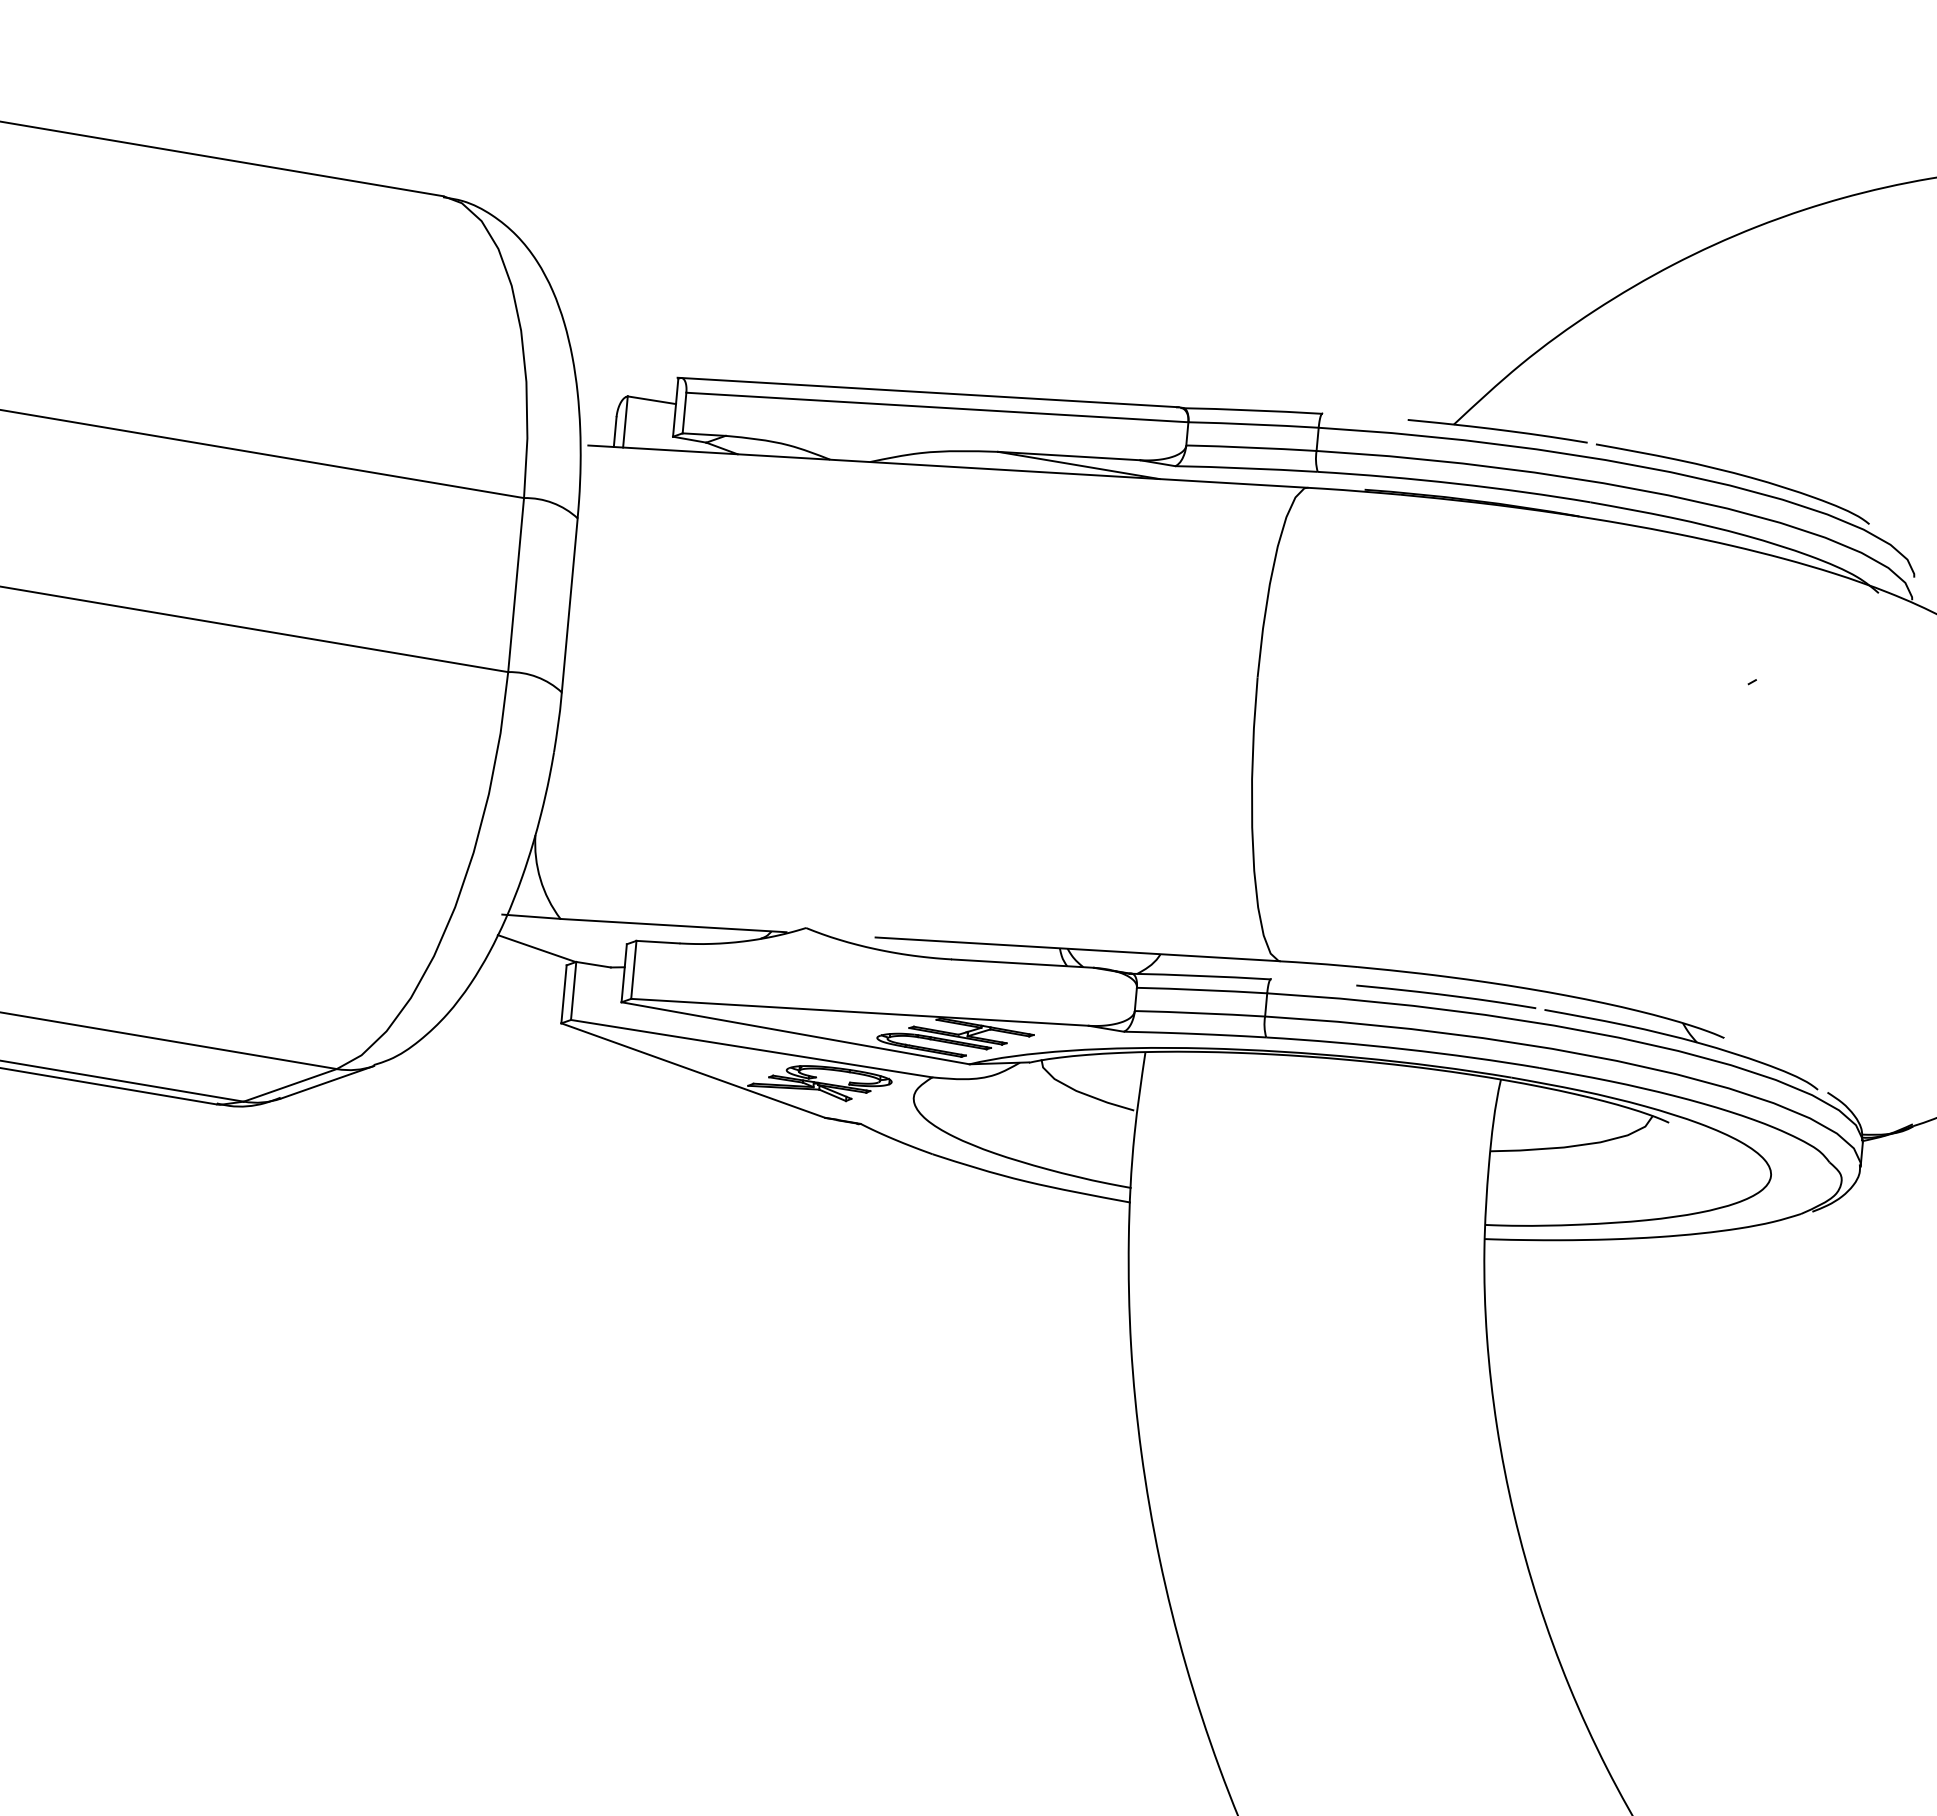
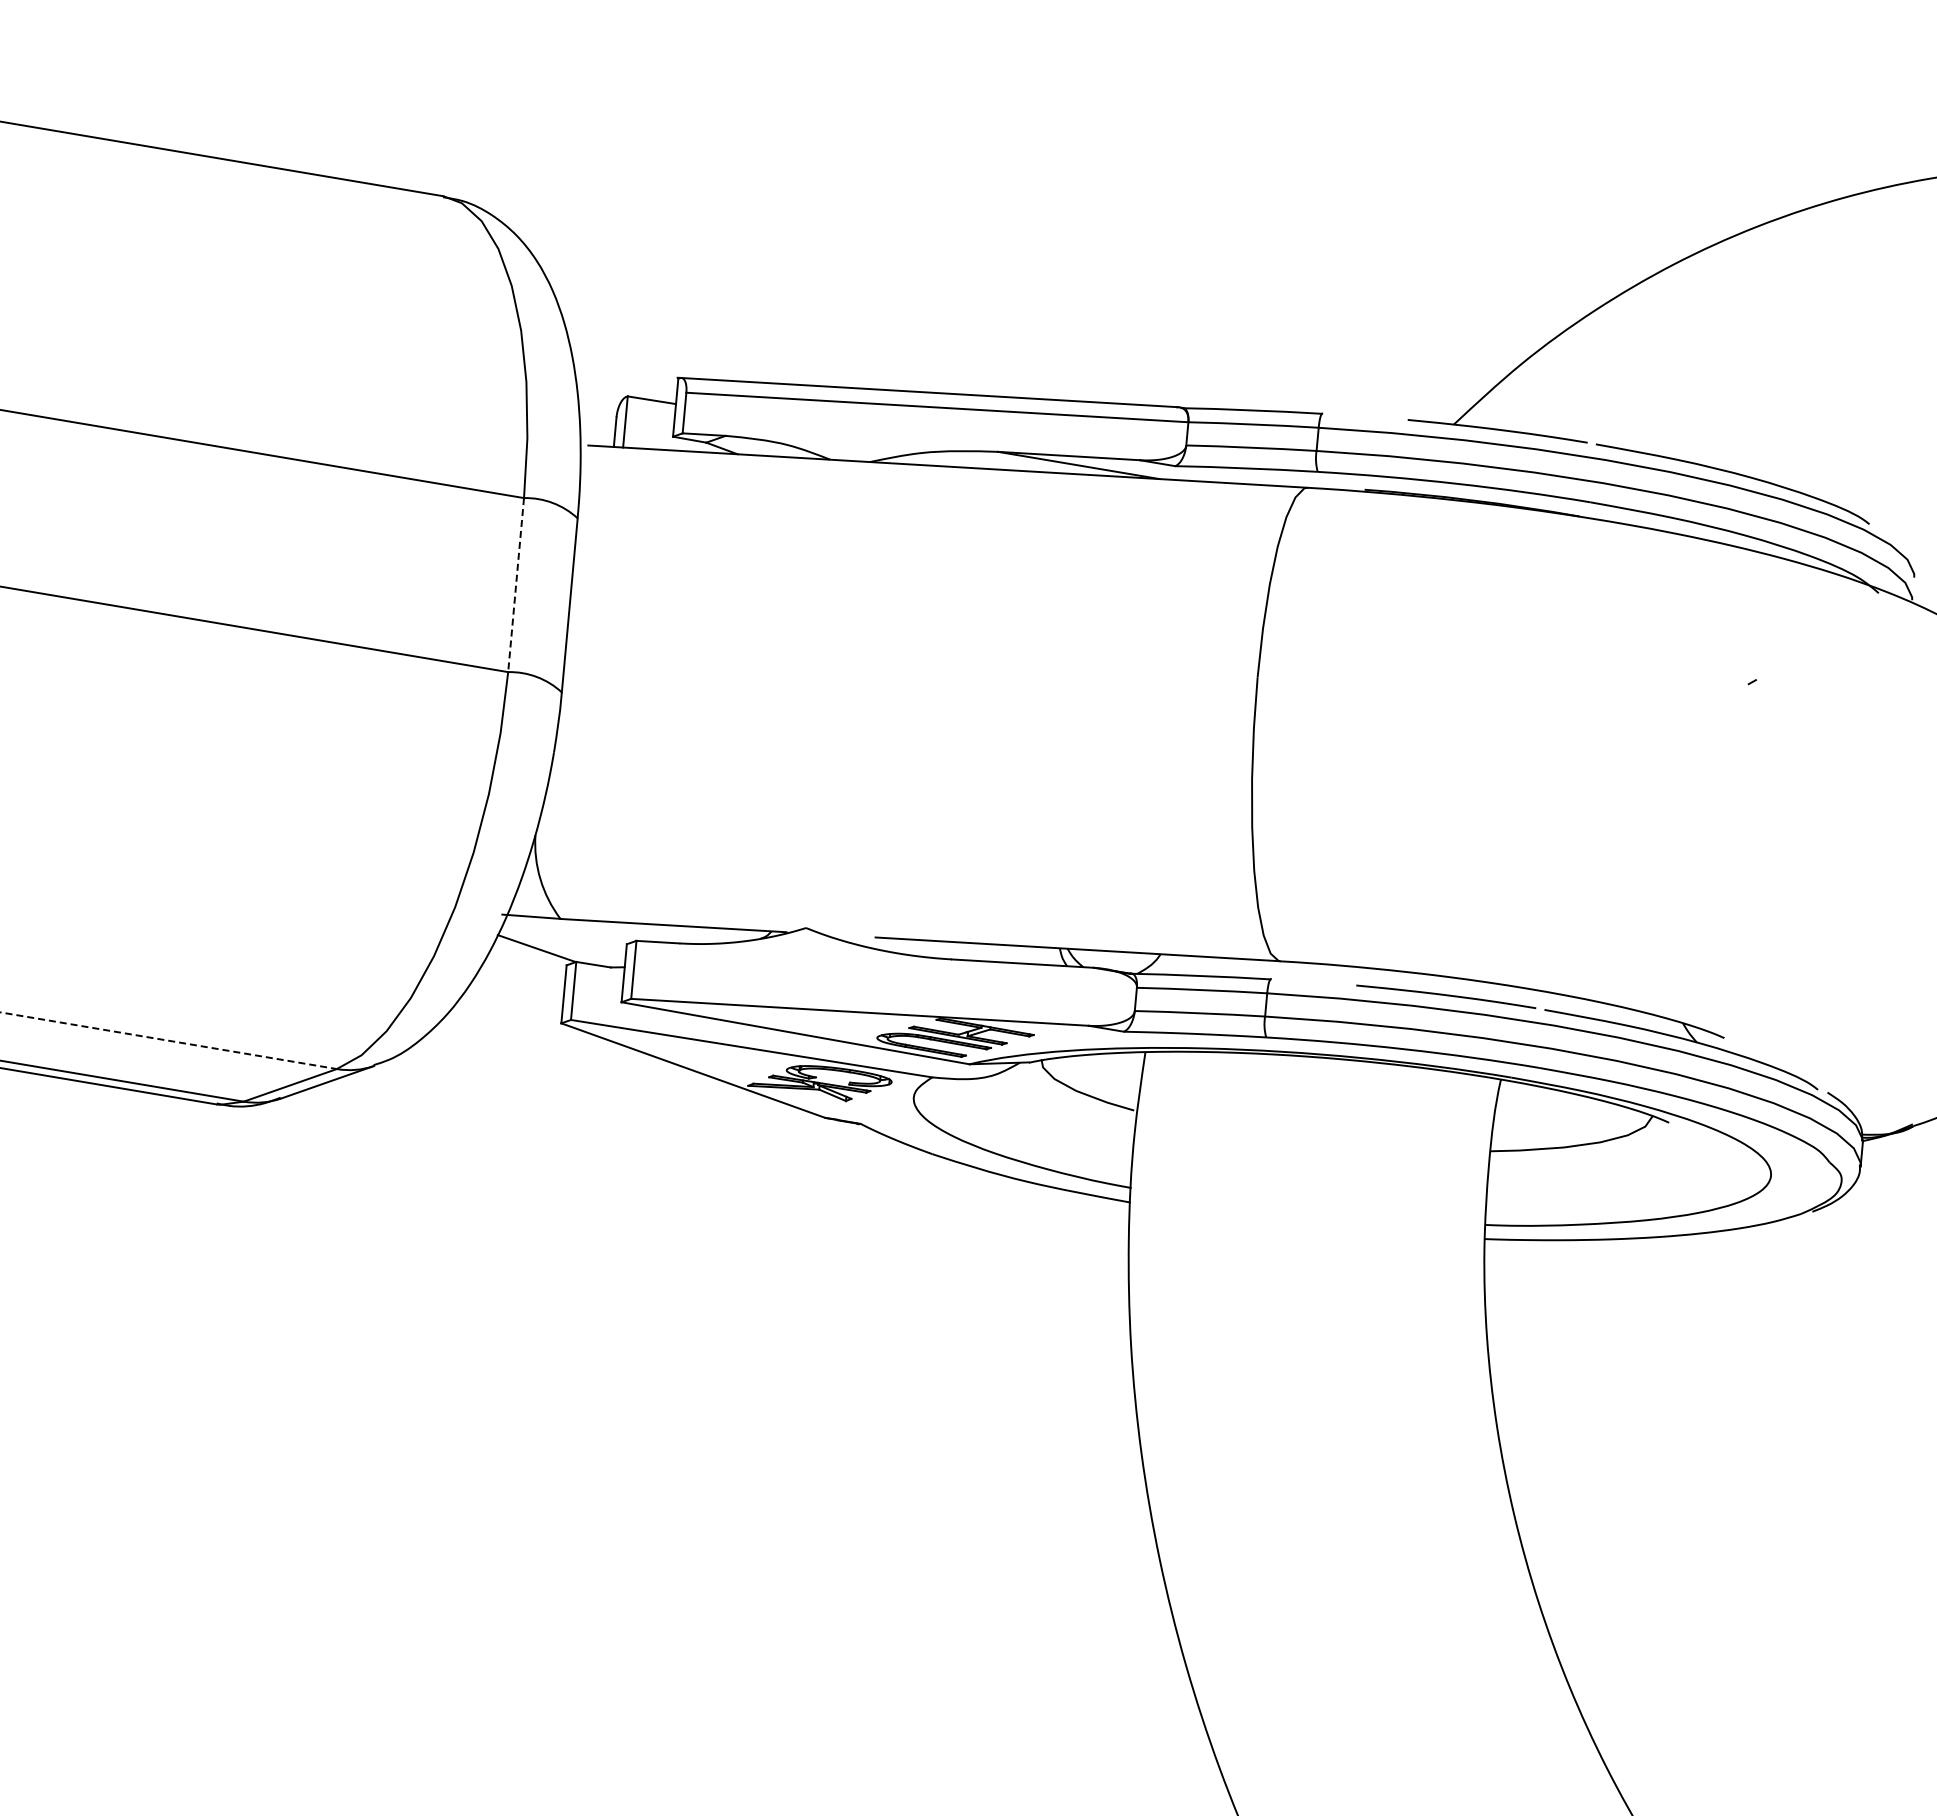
line at (516, 585): solid -> dashed
line at (168, 1040): solid -> dashed
